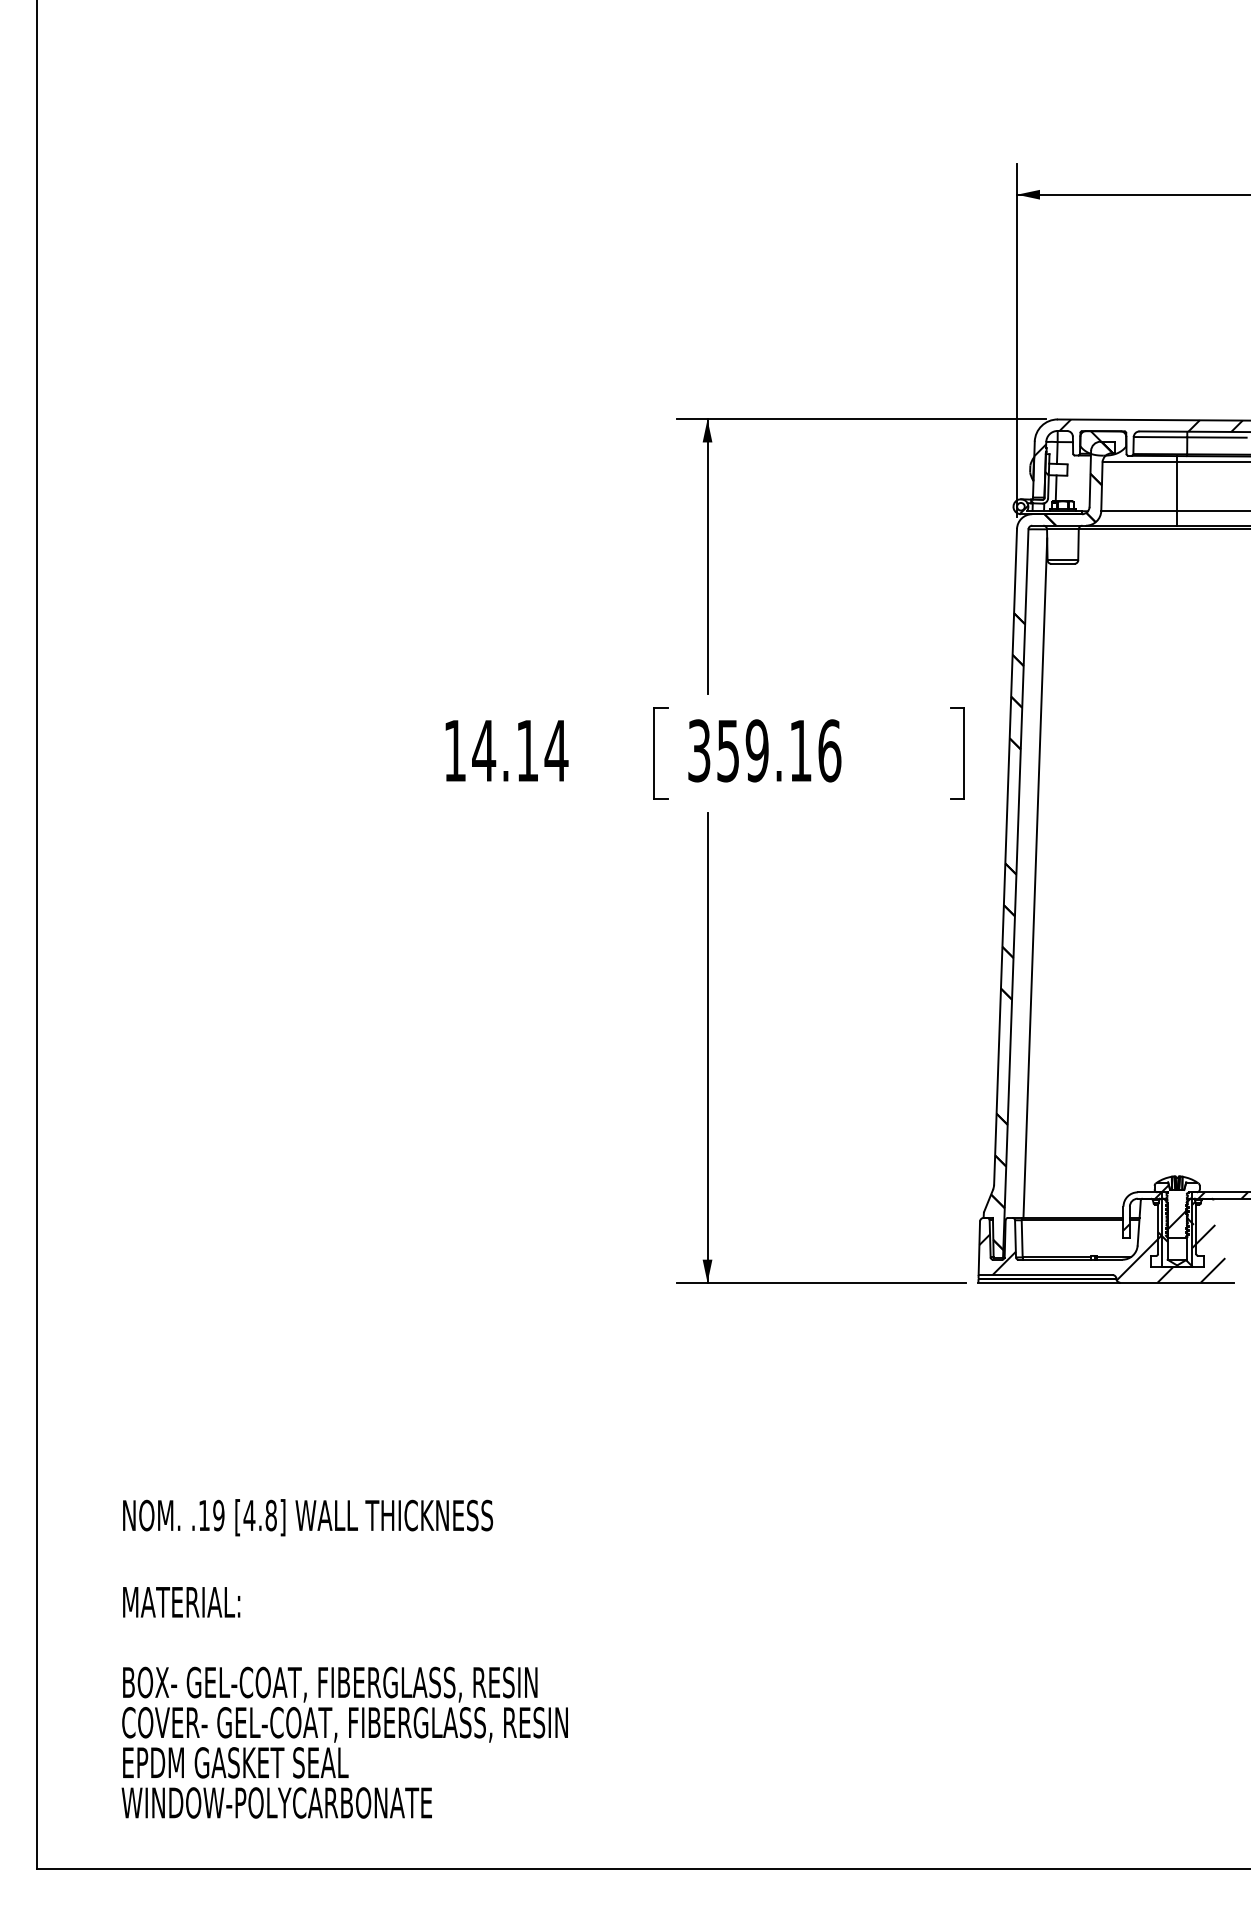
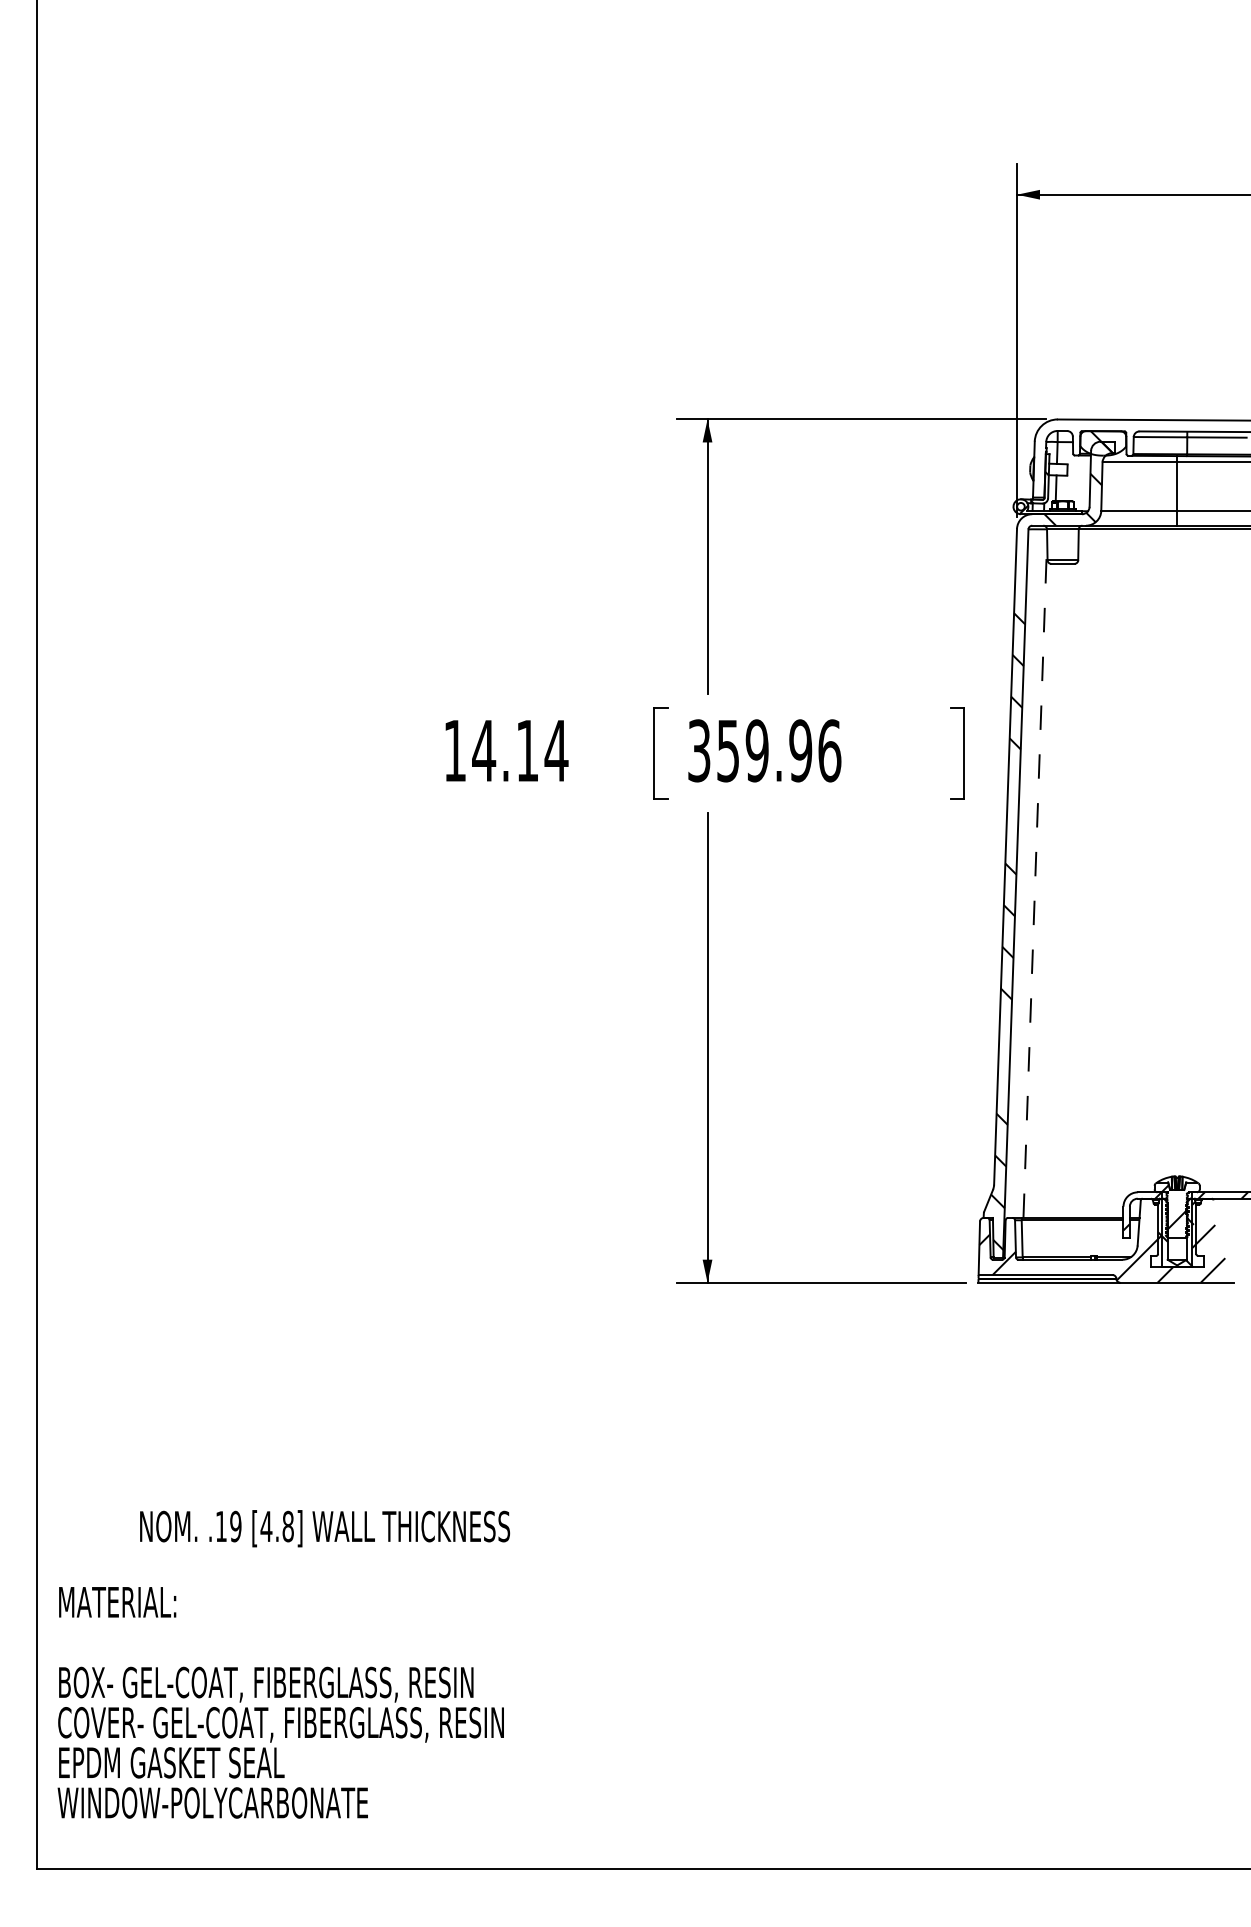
hatch at (1138, 437): present -> none
text at (800, 750): 359.16 -> 359.96
hatch at (1052, 845): present -> none
line at (1035, 878): solid -> dashed
text at (308, 1517) position: (308, 1517) -> (325, 1528)
text at (344, 1702) position: (344, 1702) -> (280, 1702)
